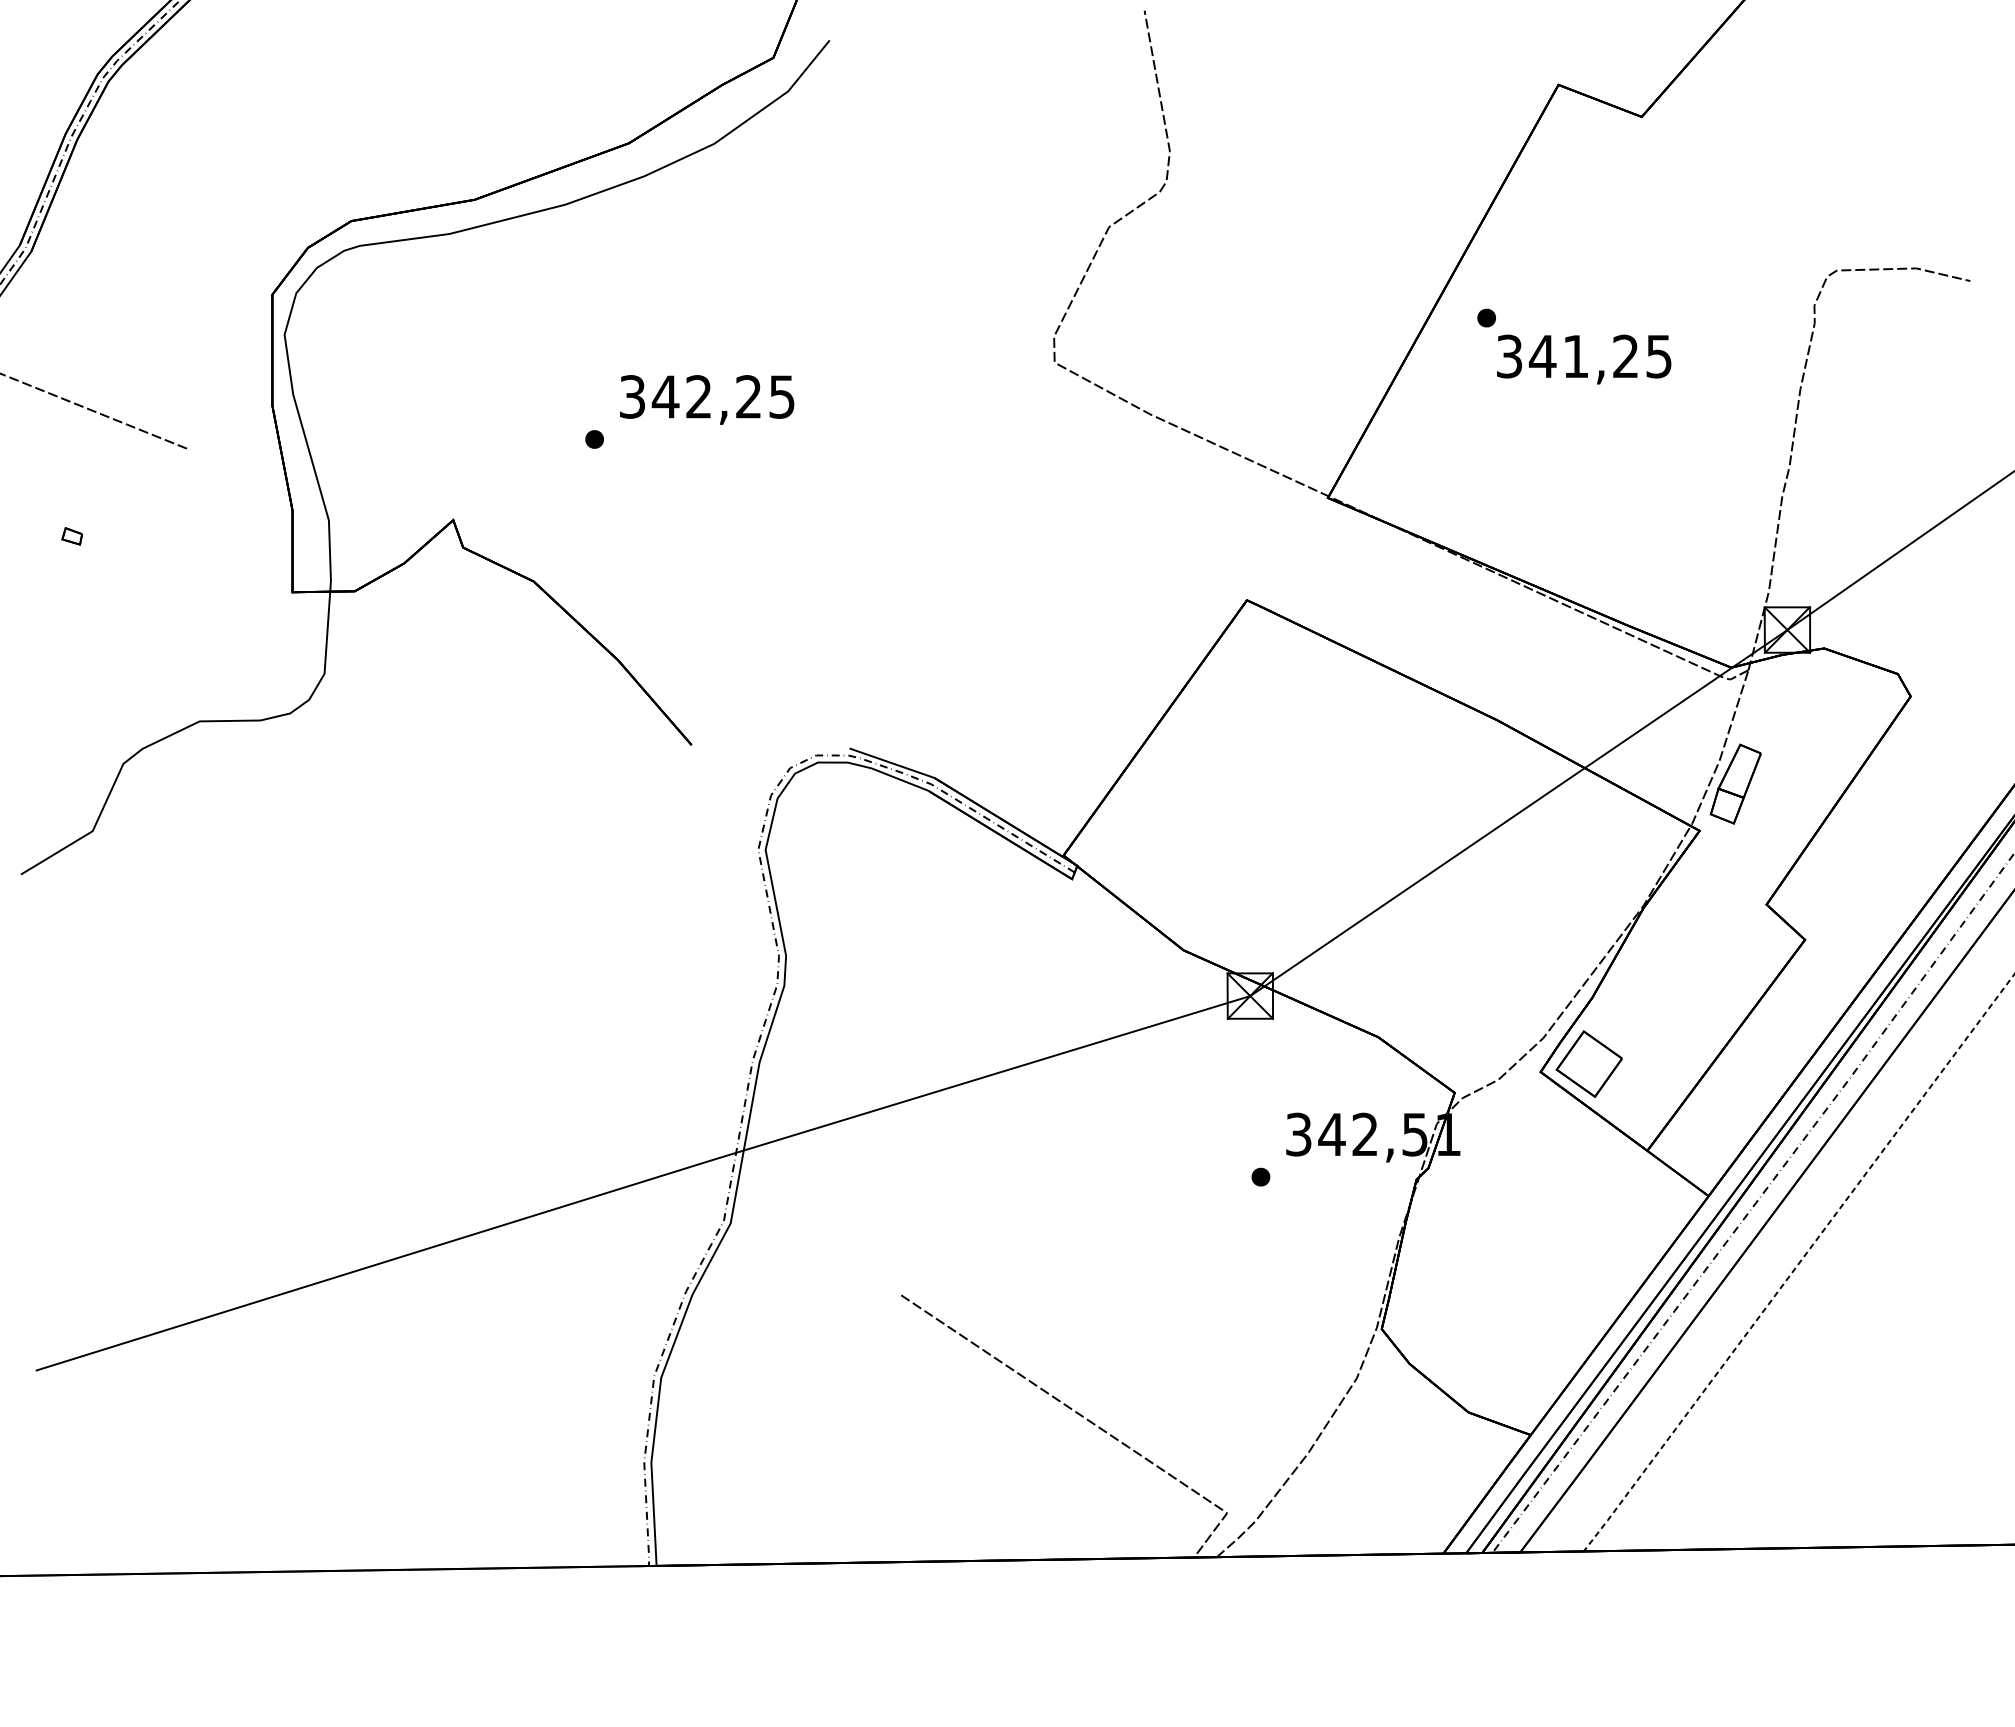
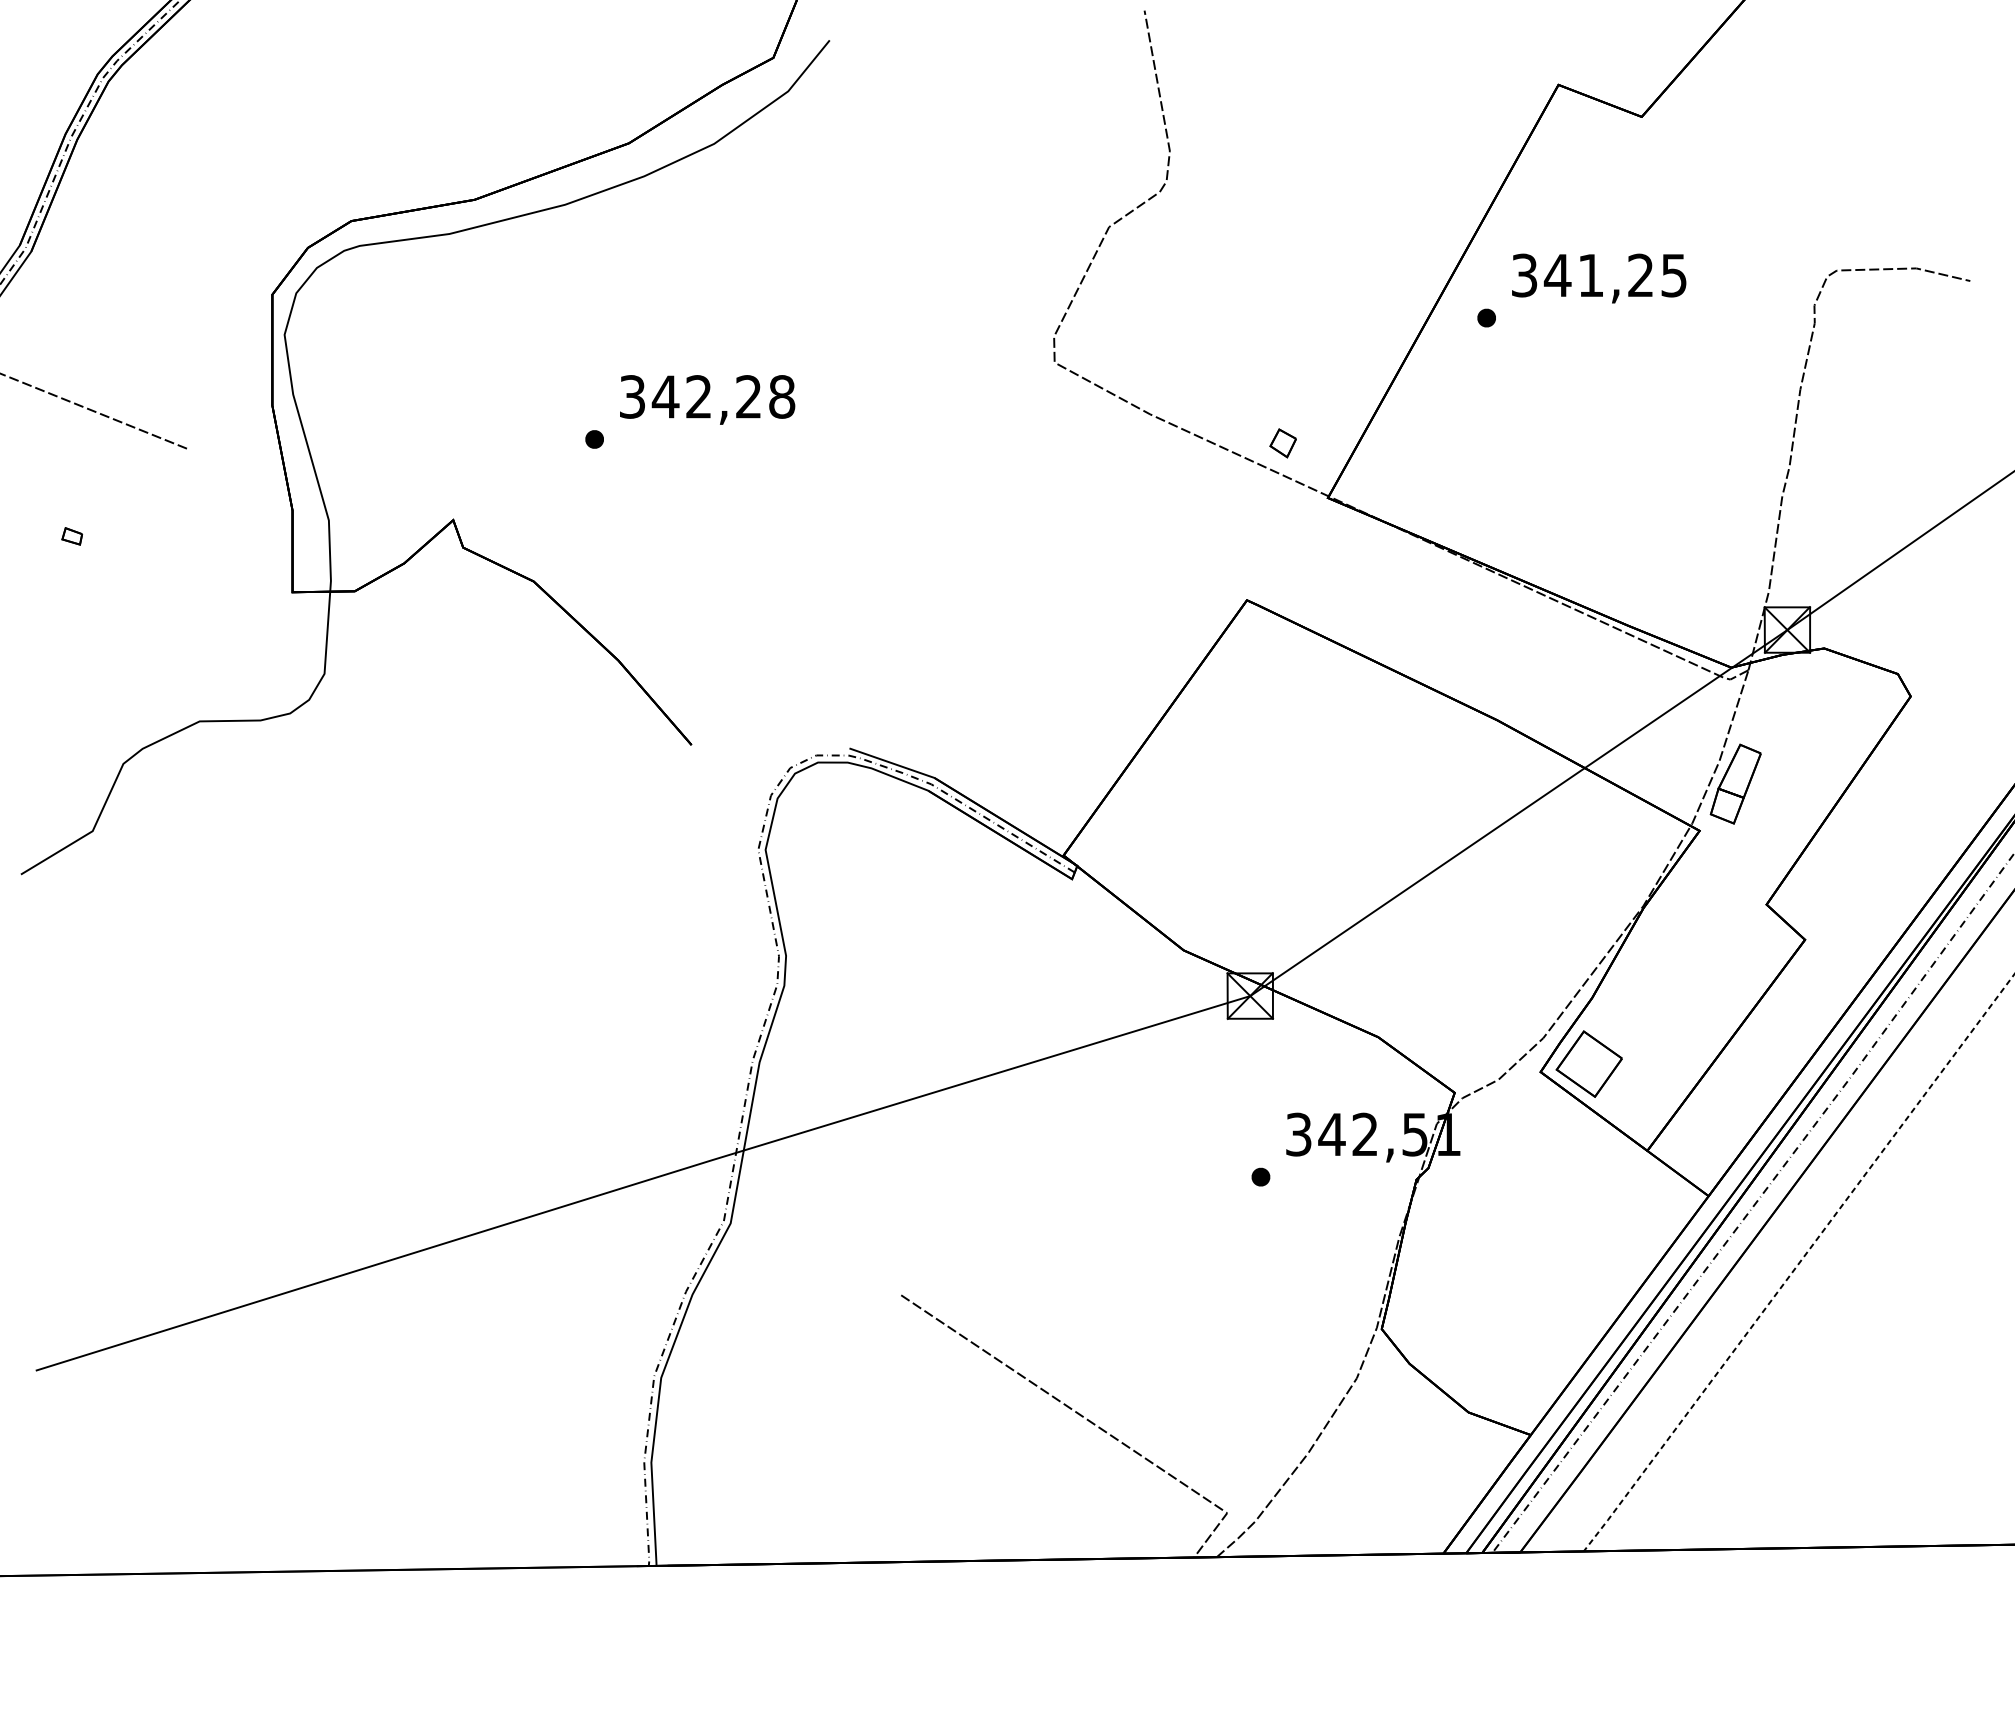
text at (1584, 359) position: (1584, 359) -> (1599, 278)
text at (782, 396): 342,25 -> 342,28
part at (1282, 443): none -> present
